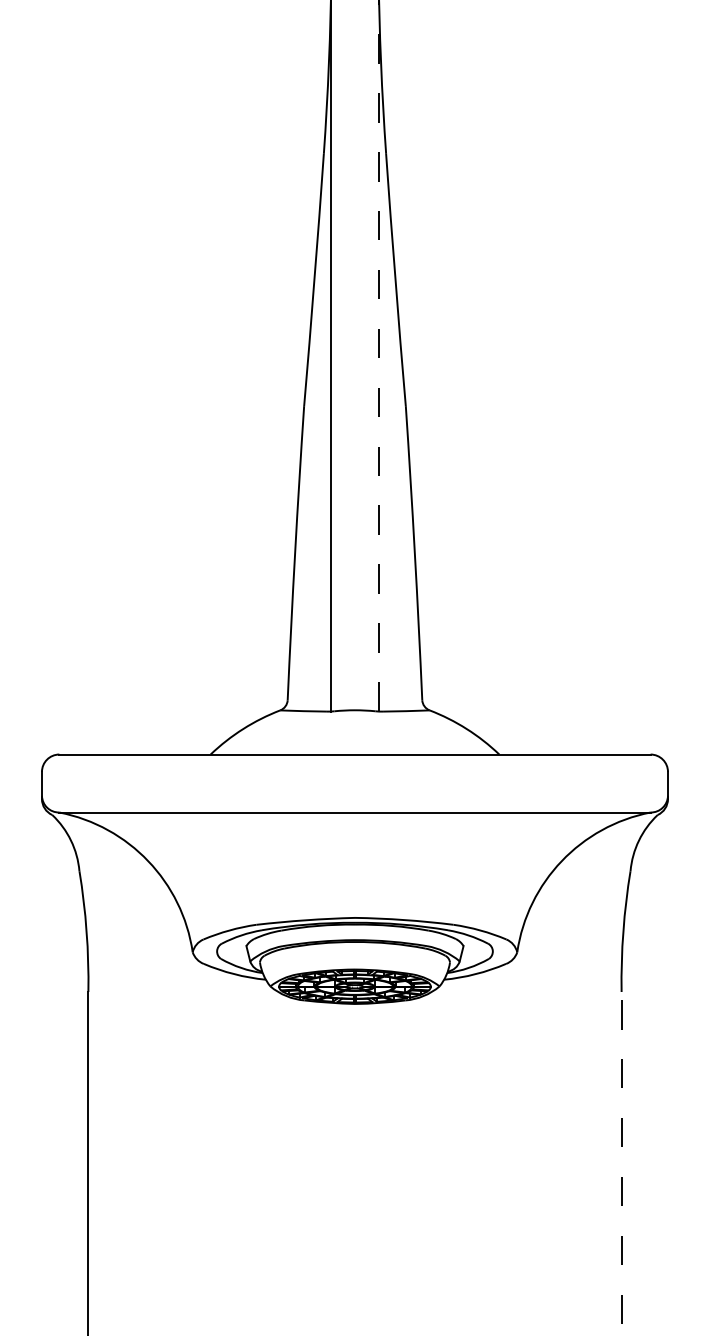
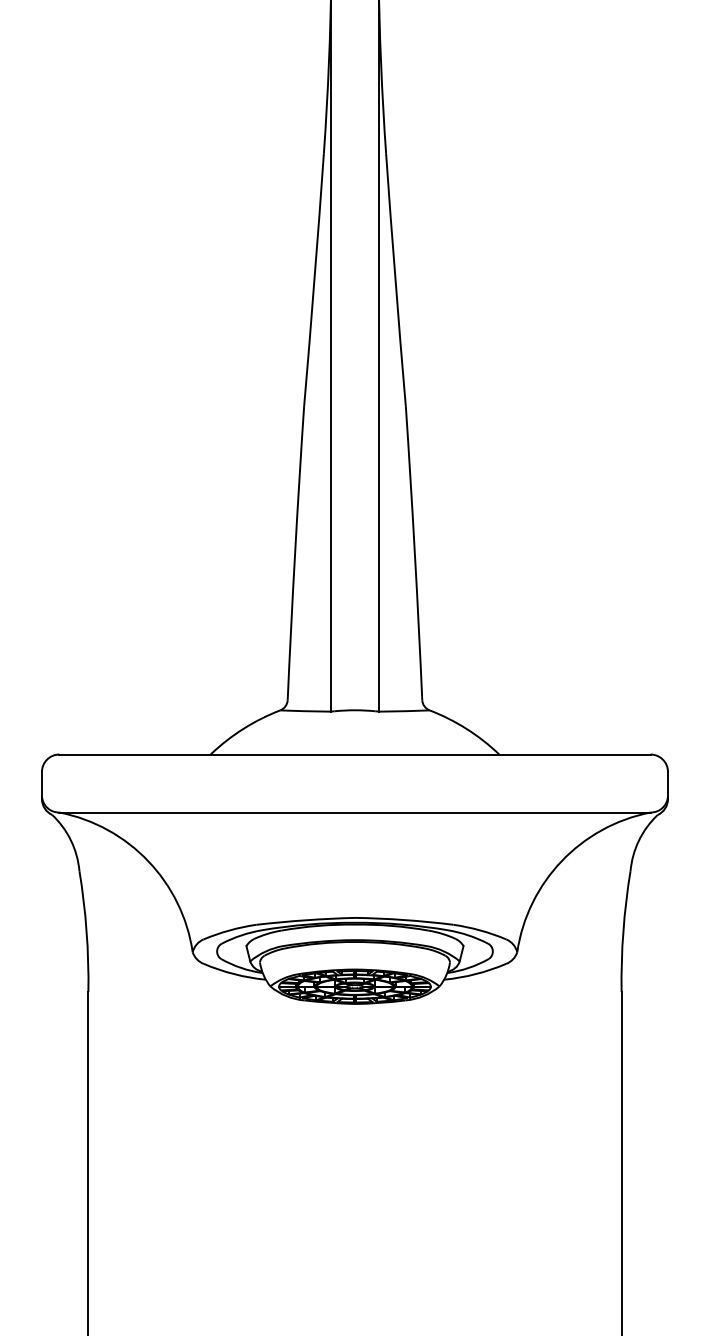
line at (378, 355): dashed -> solid
line at (621, 1163): dashed -> solid
